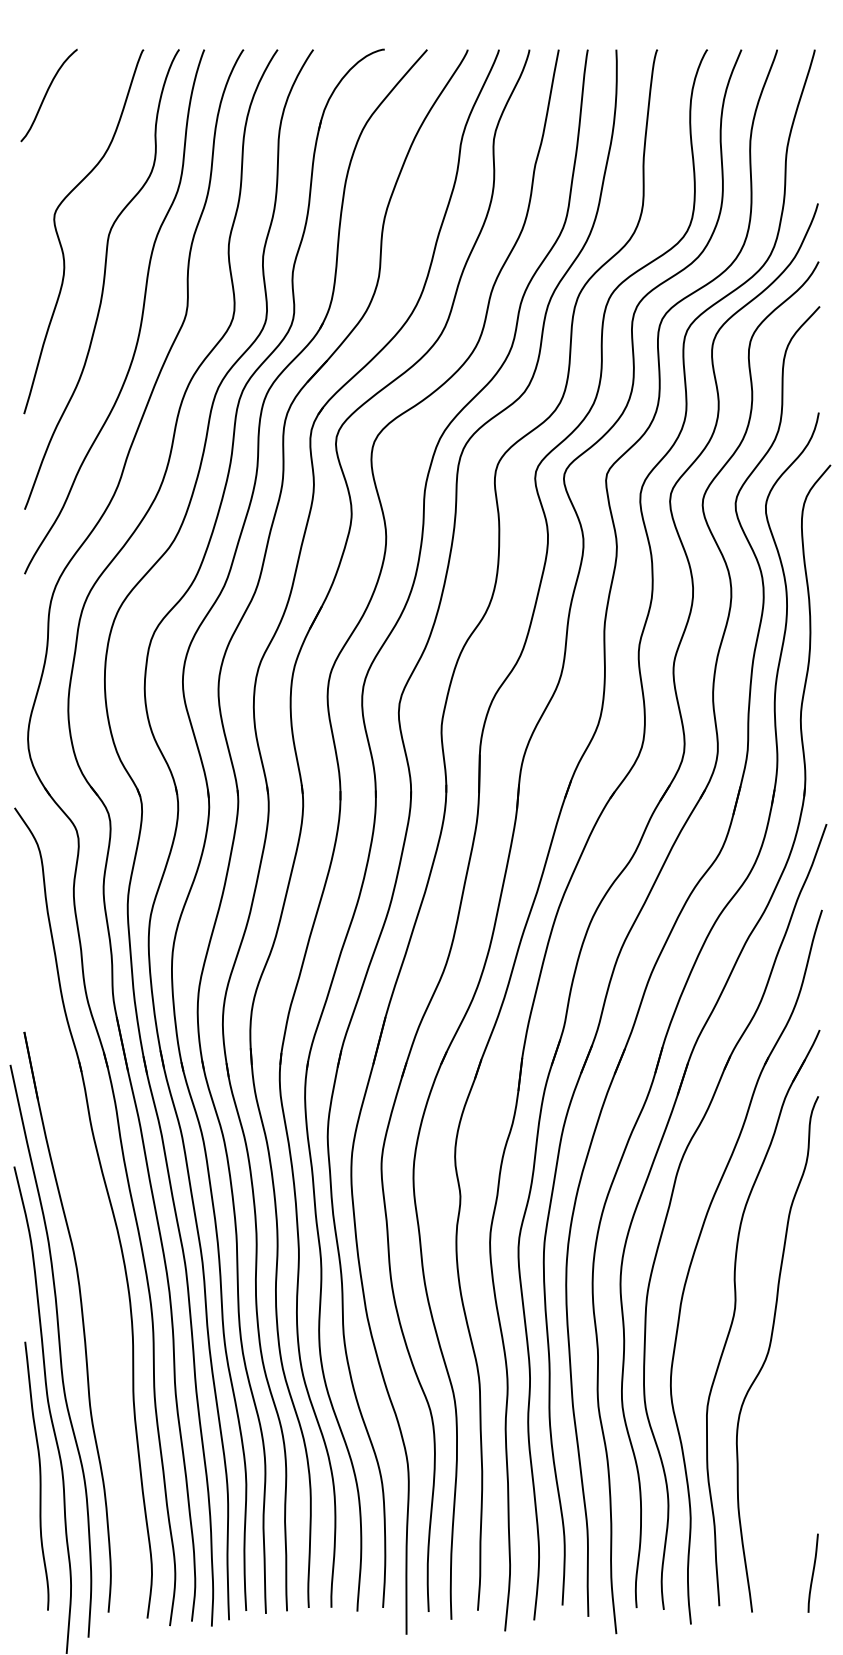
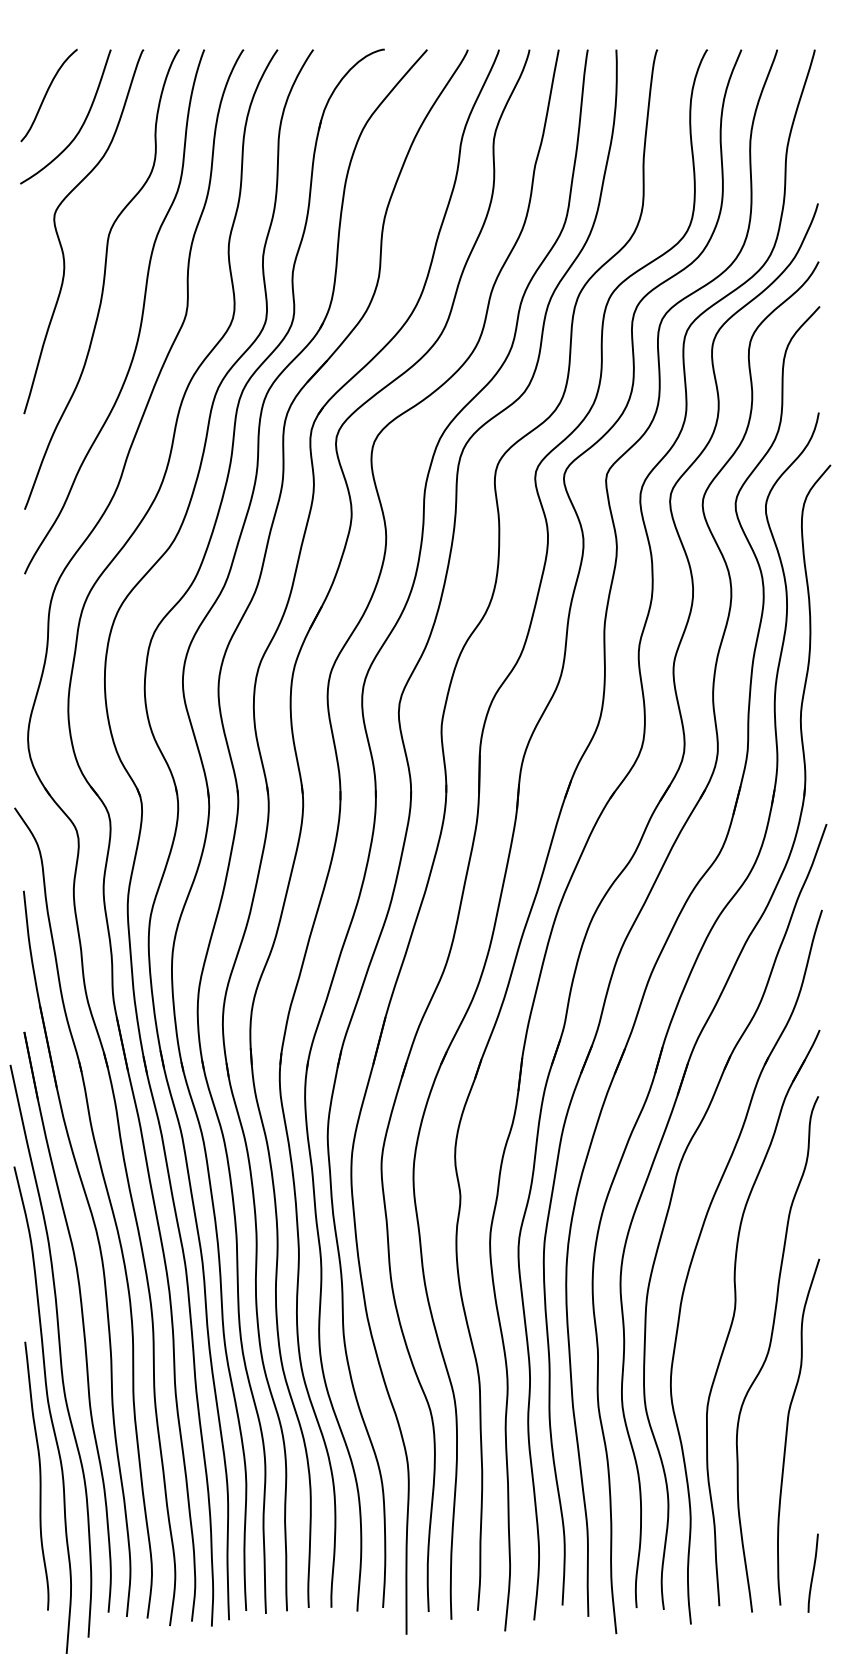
curve at (81, 125): none -> present
part at (99, 1251): none -> present
curve at (787, 1431): none -> present
